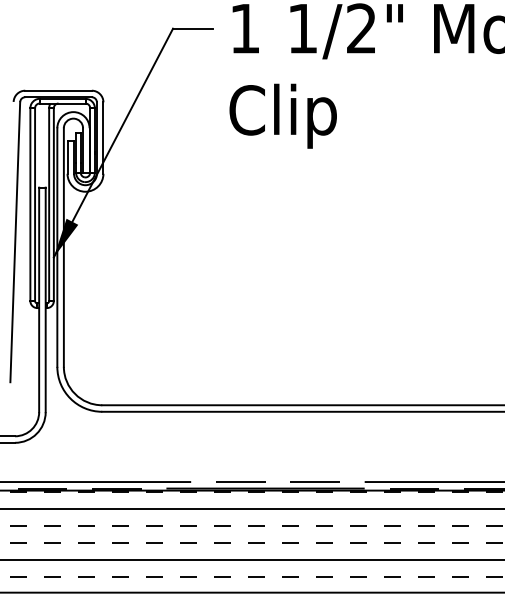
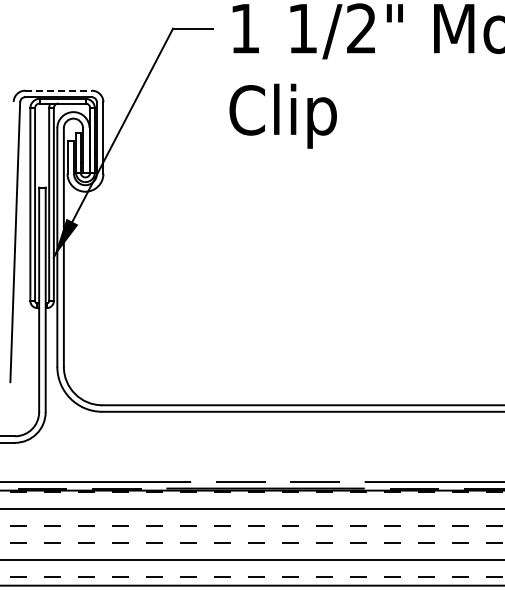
line at (59, 90): solid -> dashed
line at (251, 592) position: (251, 592) -> (251, 585)
